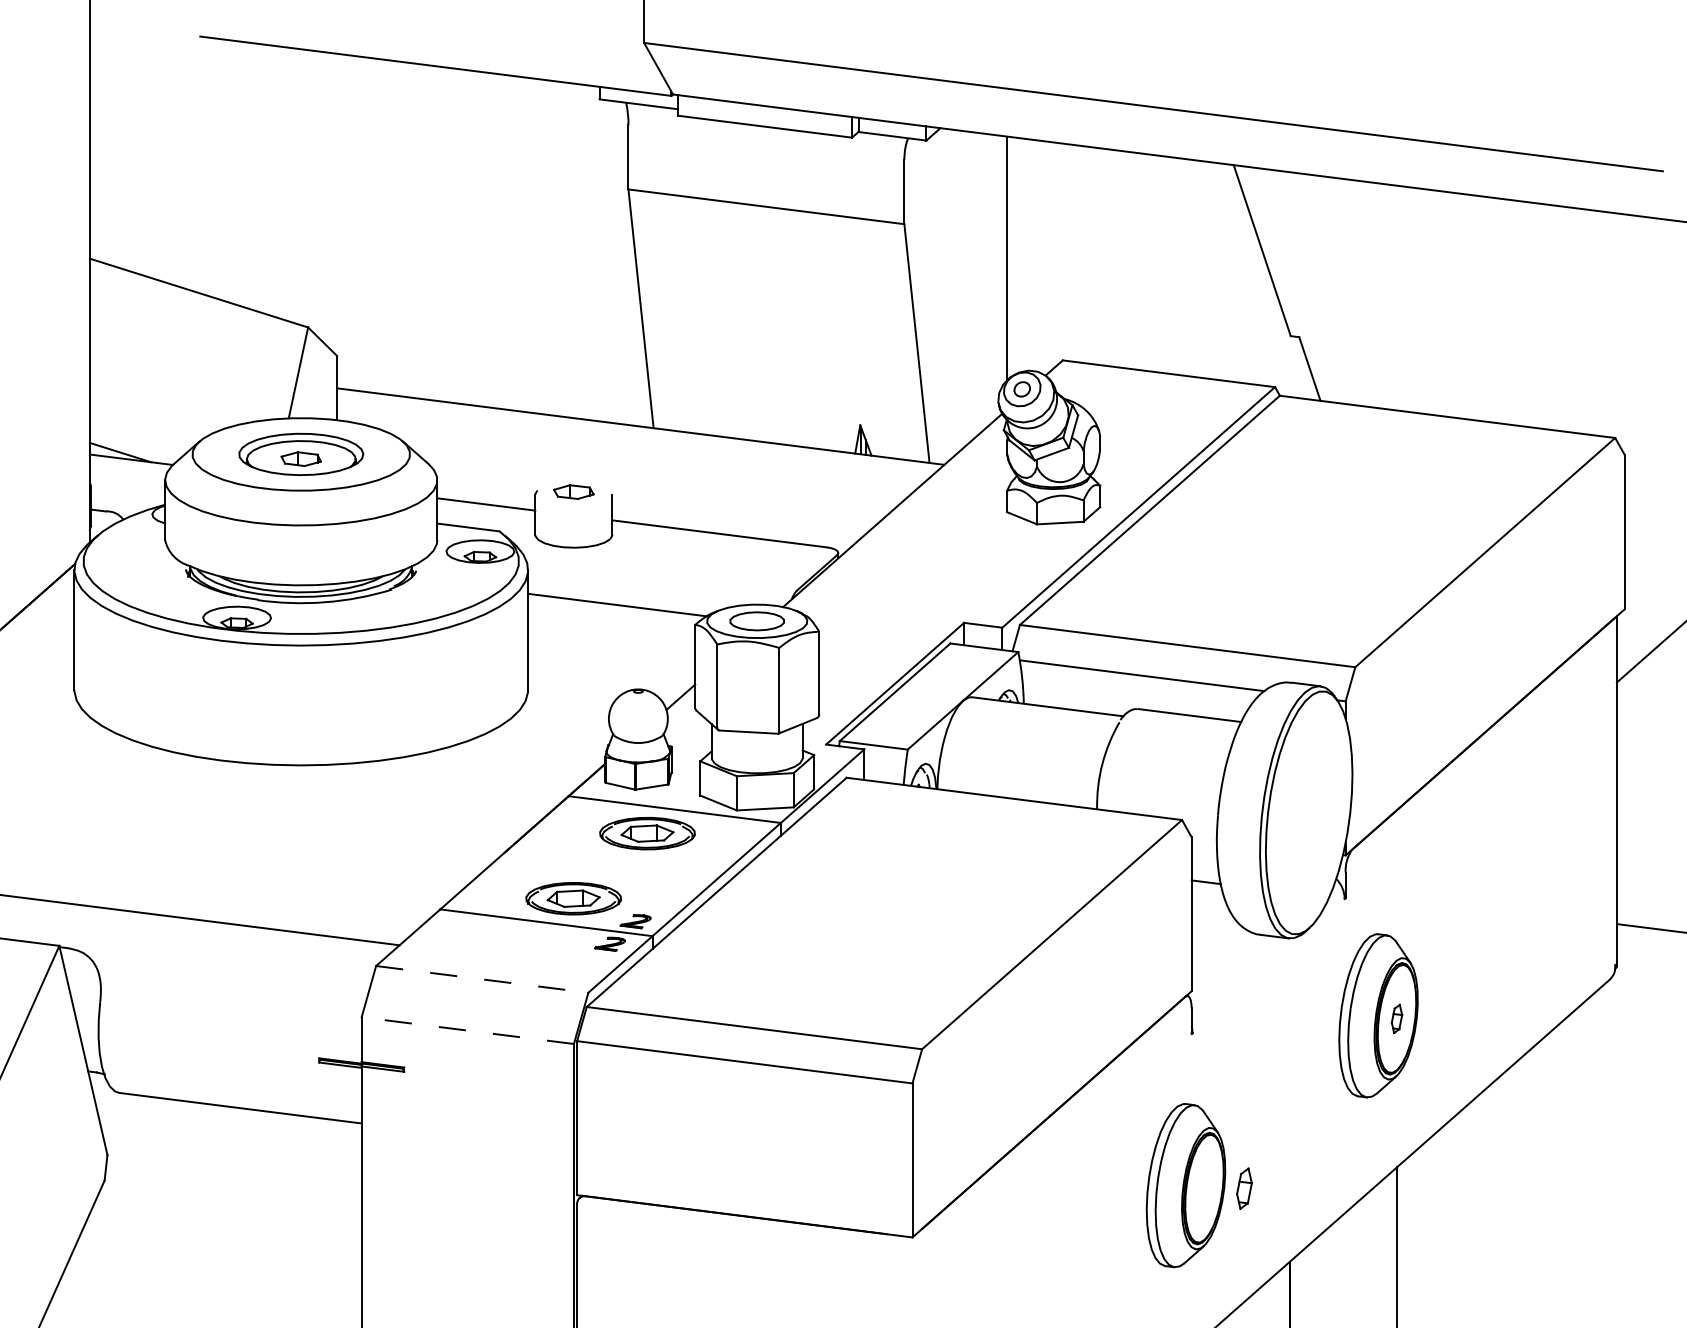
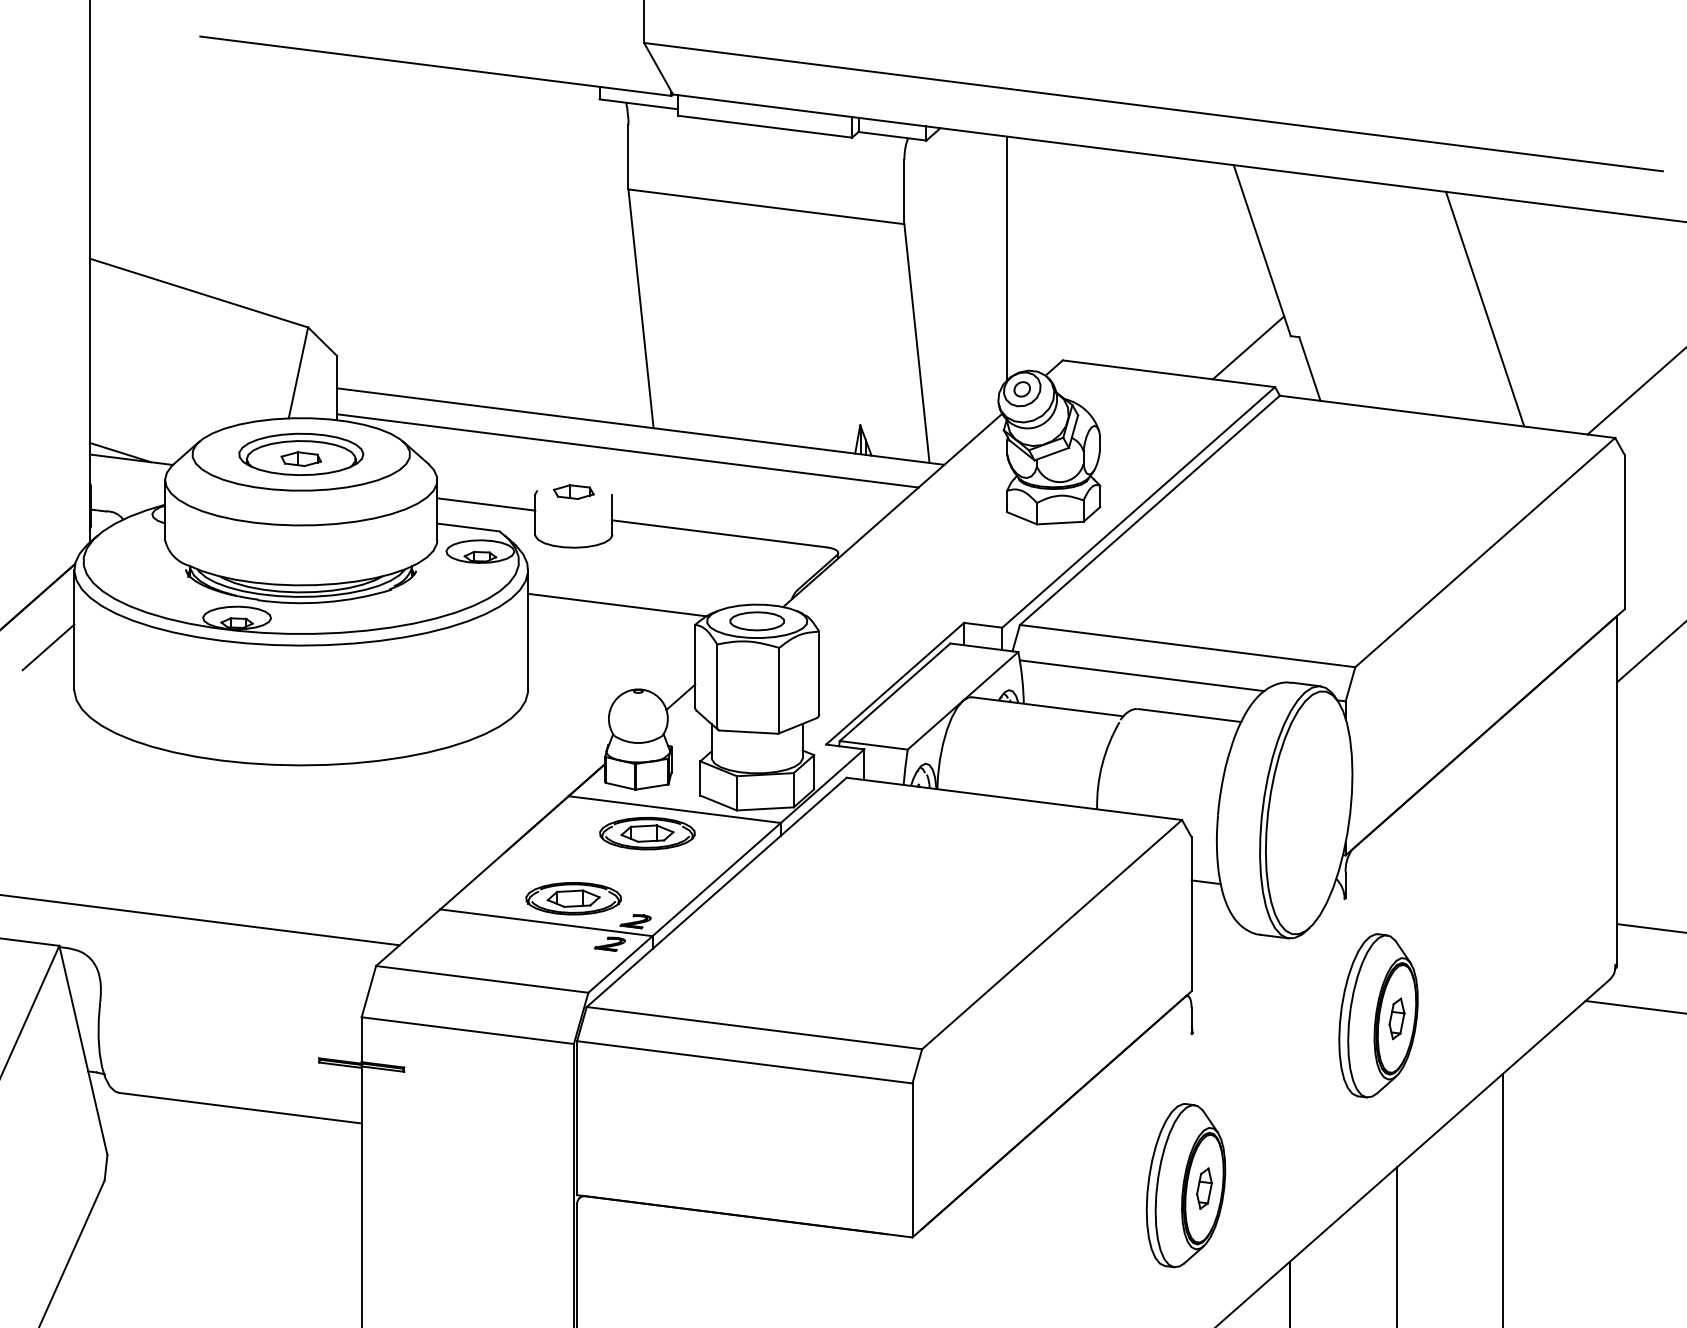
line at (1484, 308): none -> present
line at (1248, 347): none -> present
line at (1635, 391): none -> present
line at (627, 450): none -> present
line at (48, 647): none -> present
line at (482, 979): dashed -> solid
line at (1634, 1007): none -> present
part at (1396, 1018) size: 14x32 px -> 18x44 px
line at (467, 1030): dashed -> solid
part at (1244, 1188) position: (1244, 1188) -> (1204, 1188)
line at (1502, 1198): none -> present
